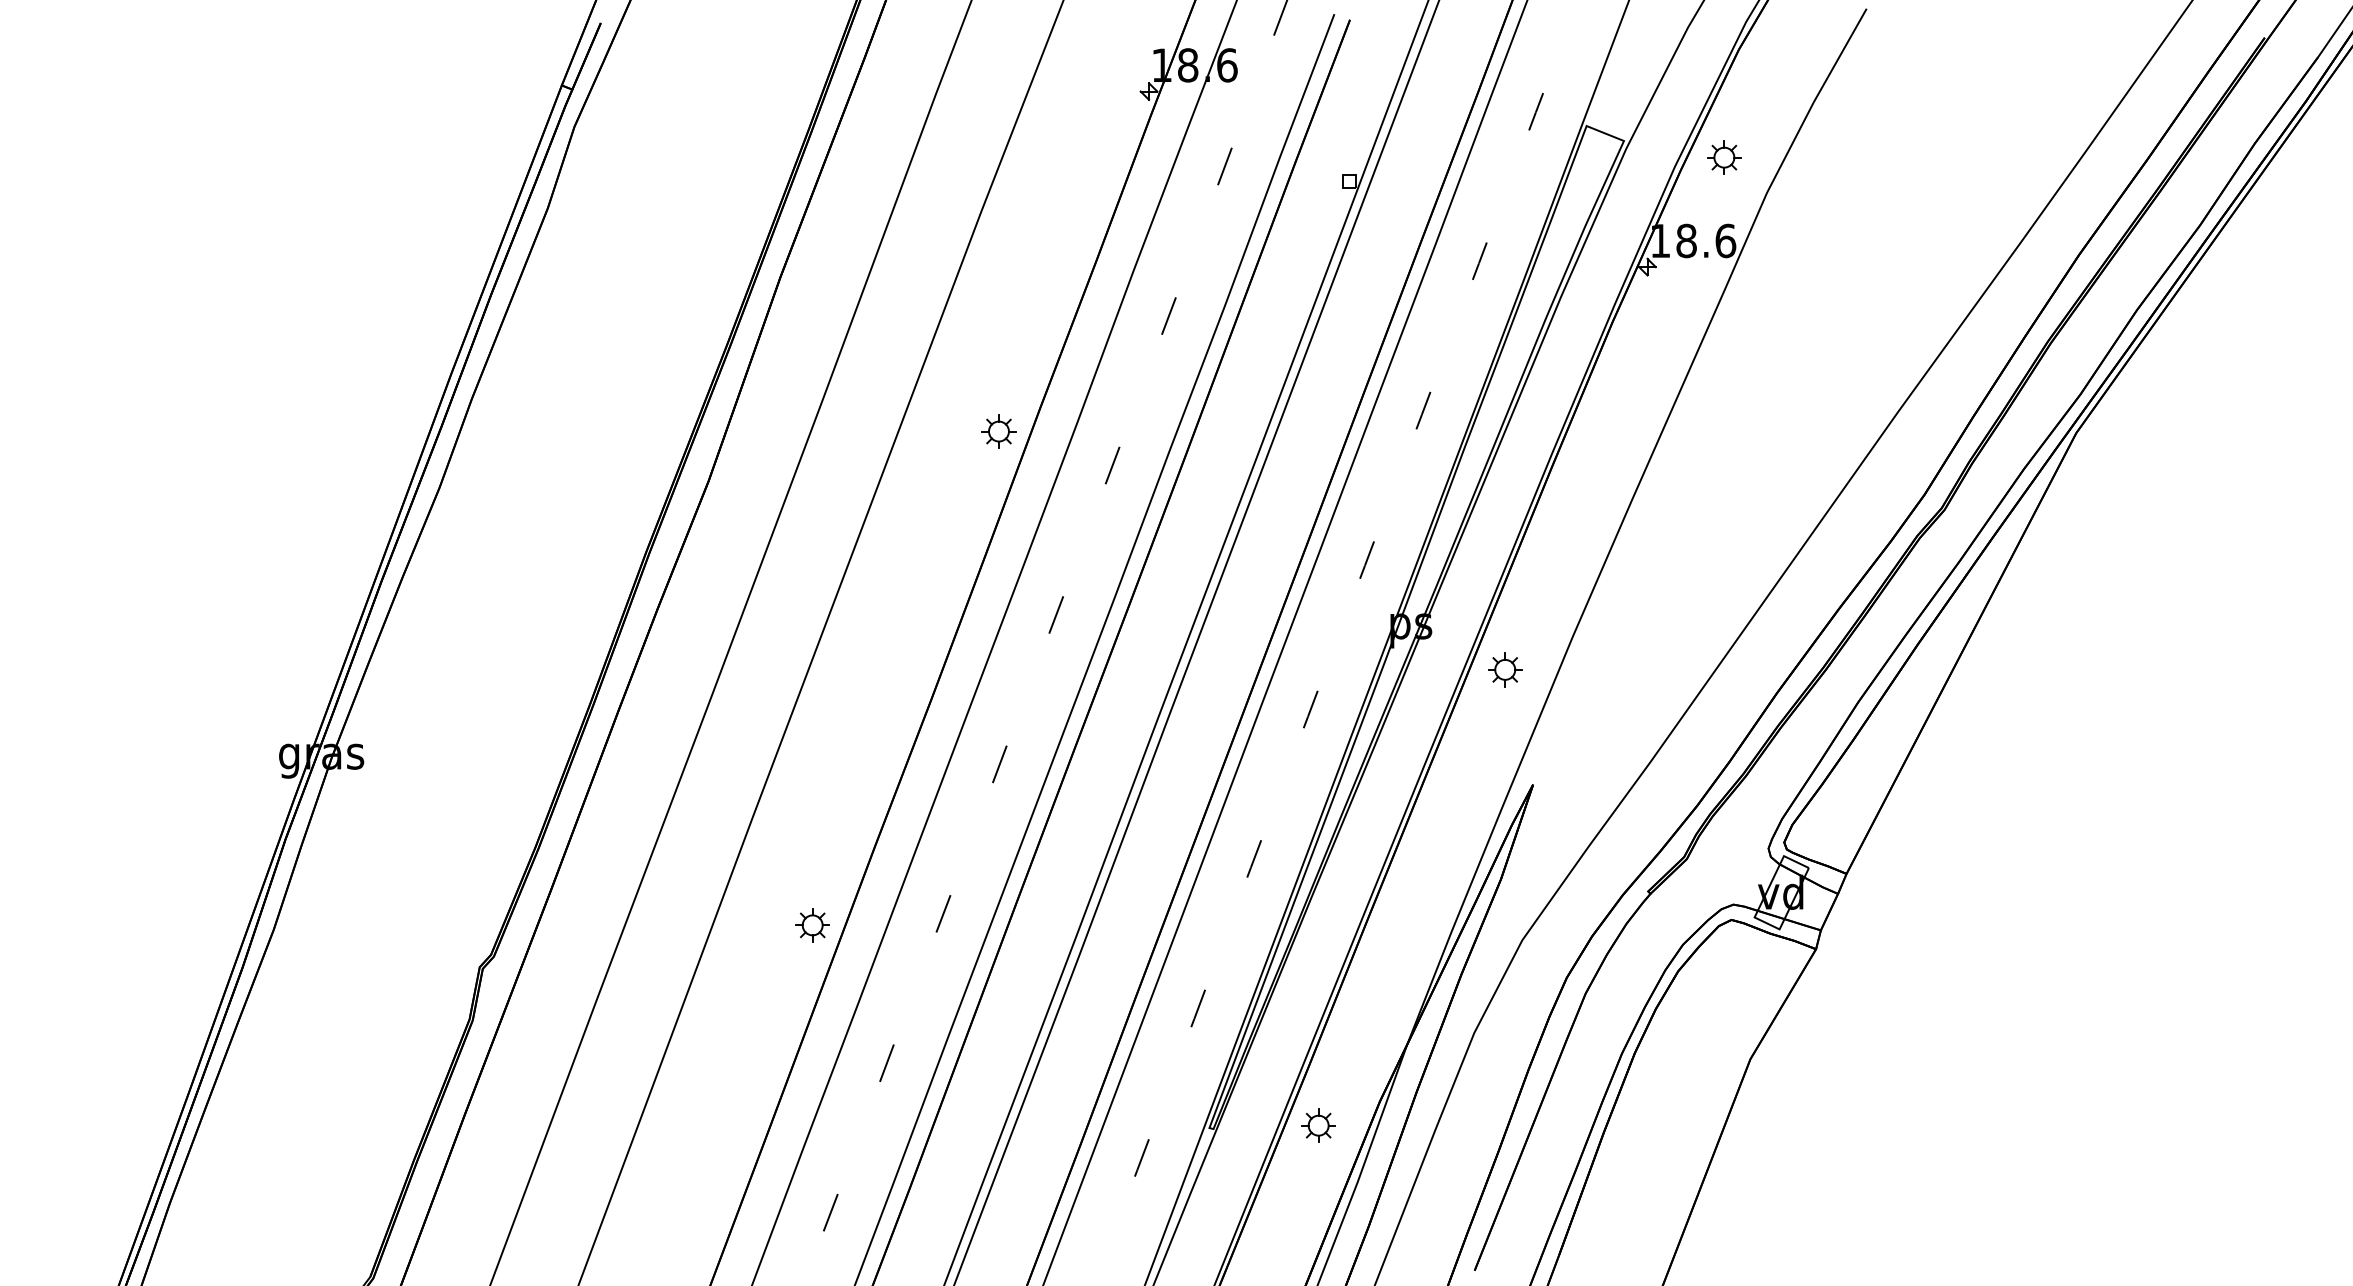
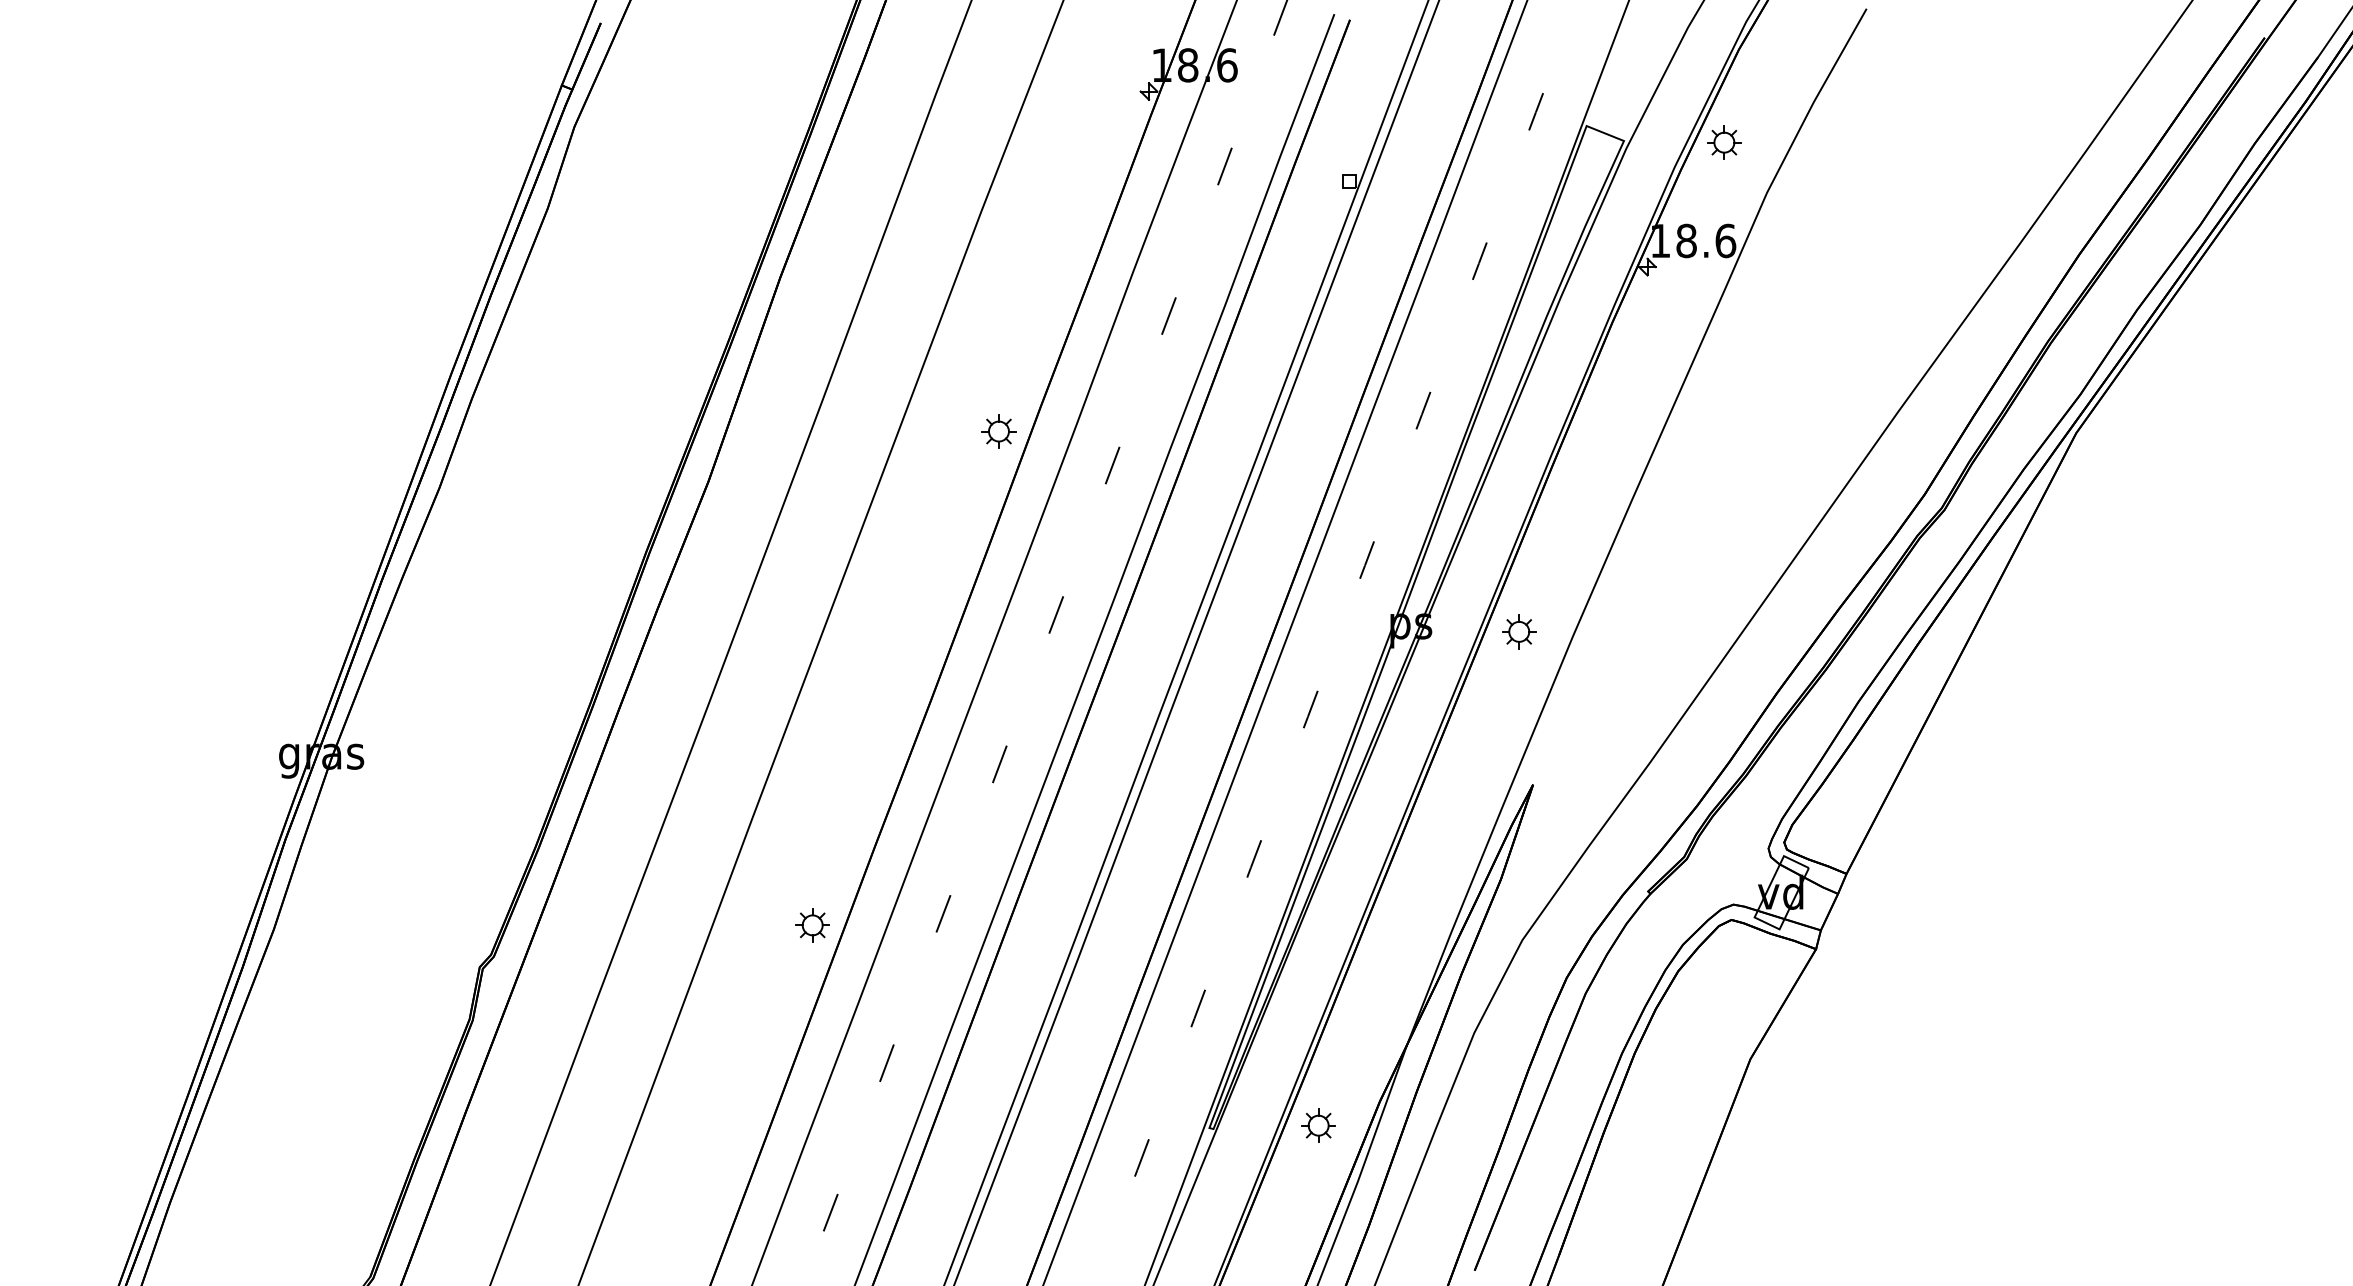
part at (1724, 157) position: (1724, 157) -> (1724, 142)
part at (1505, 669) position: (1505, 669) -> (1519, 631)
